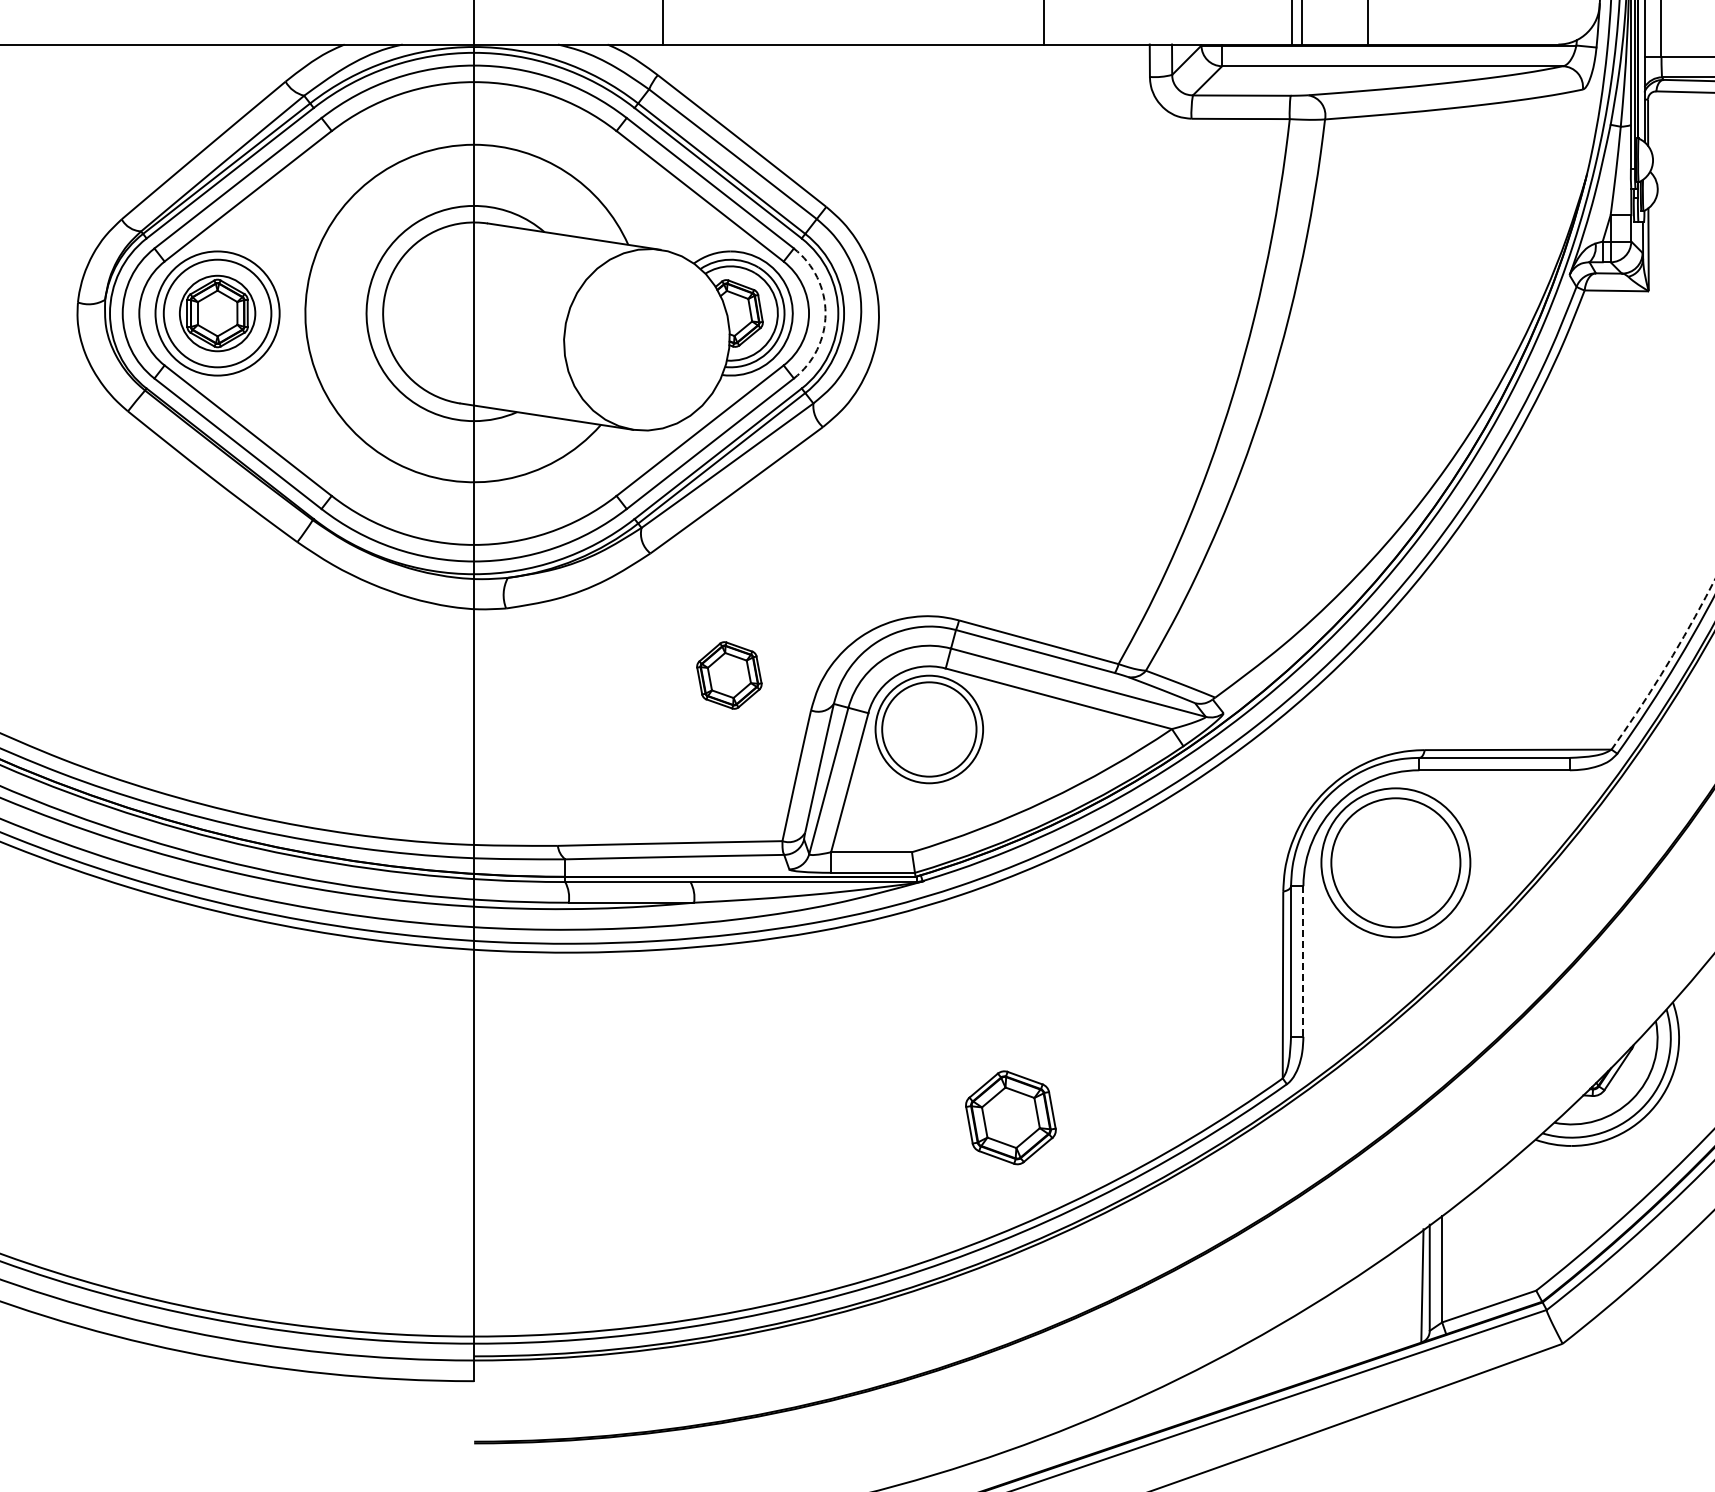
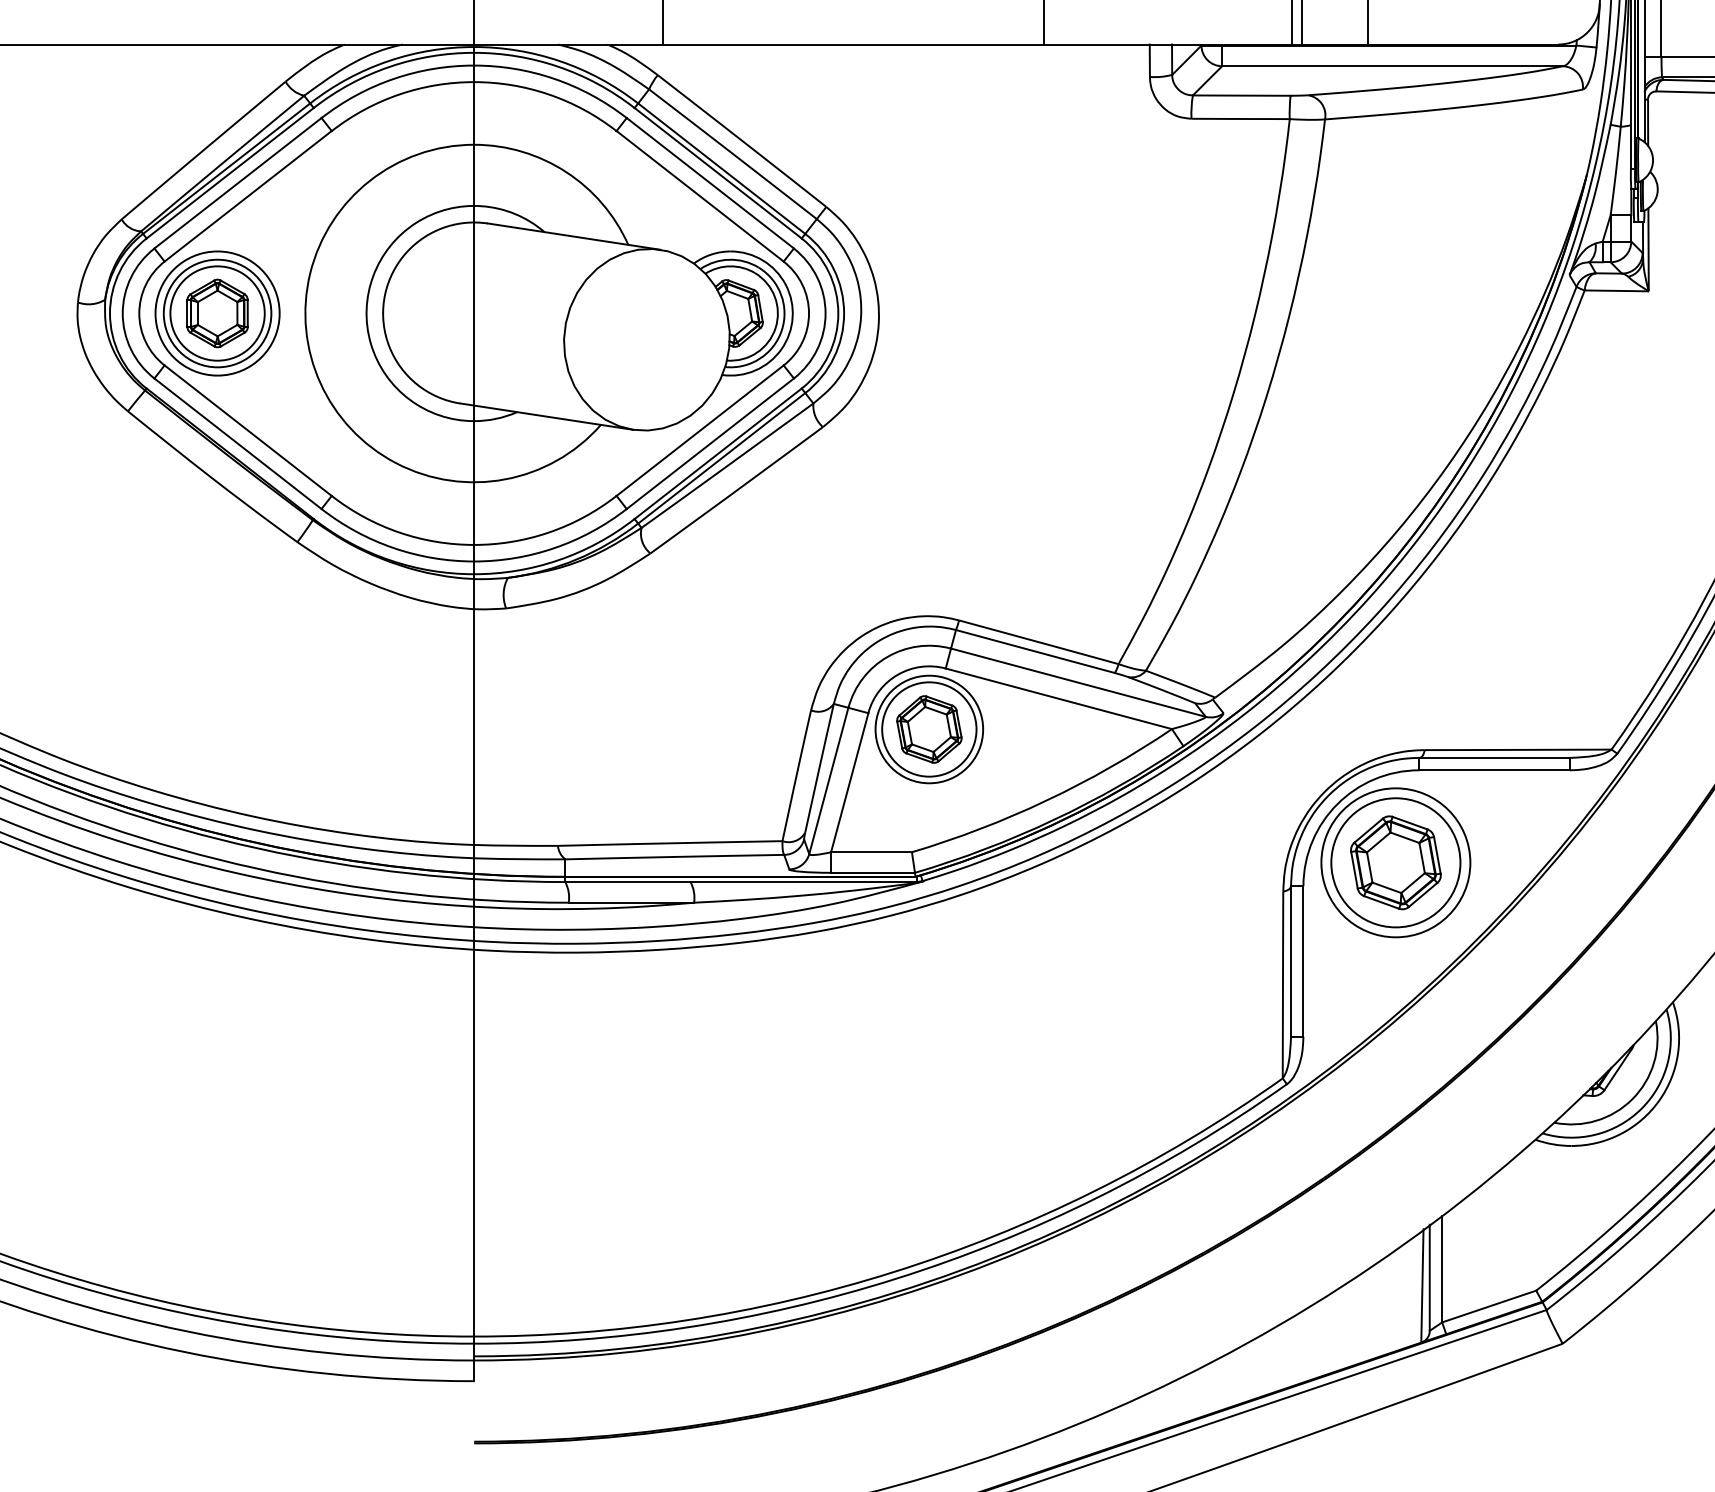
circle at (217, 313) diameter: 75 px -> 94 px
arc at (825, 313): dashed -> solid
arc at (1666, 666): dashed -> solid
part at (729, 675) position: (729, 675) -> (929, 729)
line at (1303, 961): dashed -> solid
part at (1010, 1117) position: (1010, 1117) -> (1395, 862)
